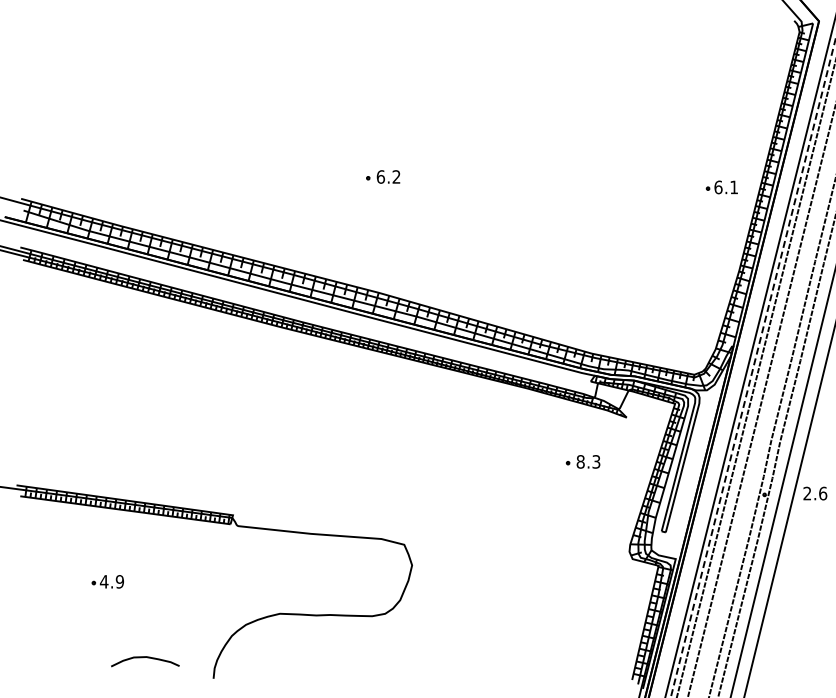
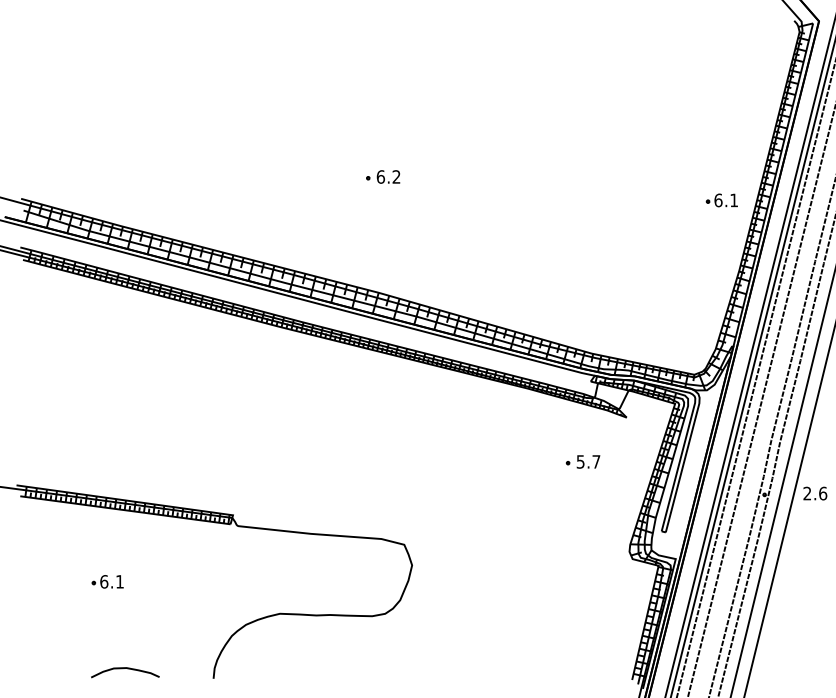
part at (721, 187) position: (721, 187) -> (721, 200)
line at (753, 368): dashed -> solid
text at (588, 461): 8.3 -> 5.7
text at (111, 581): 4.9 -> 6.1
curve at (143, 658) position: (143, 658) -> (123, 669)
